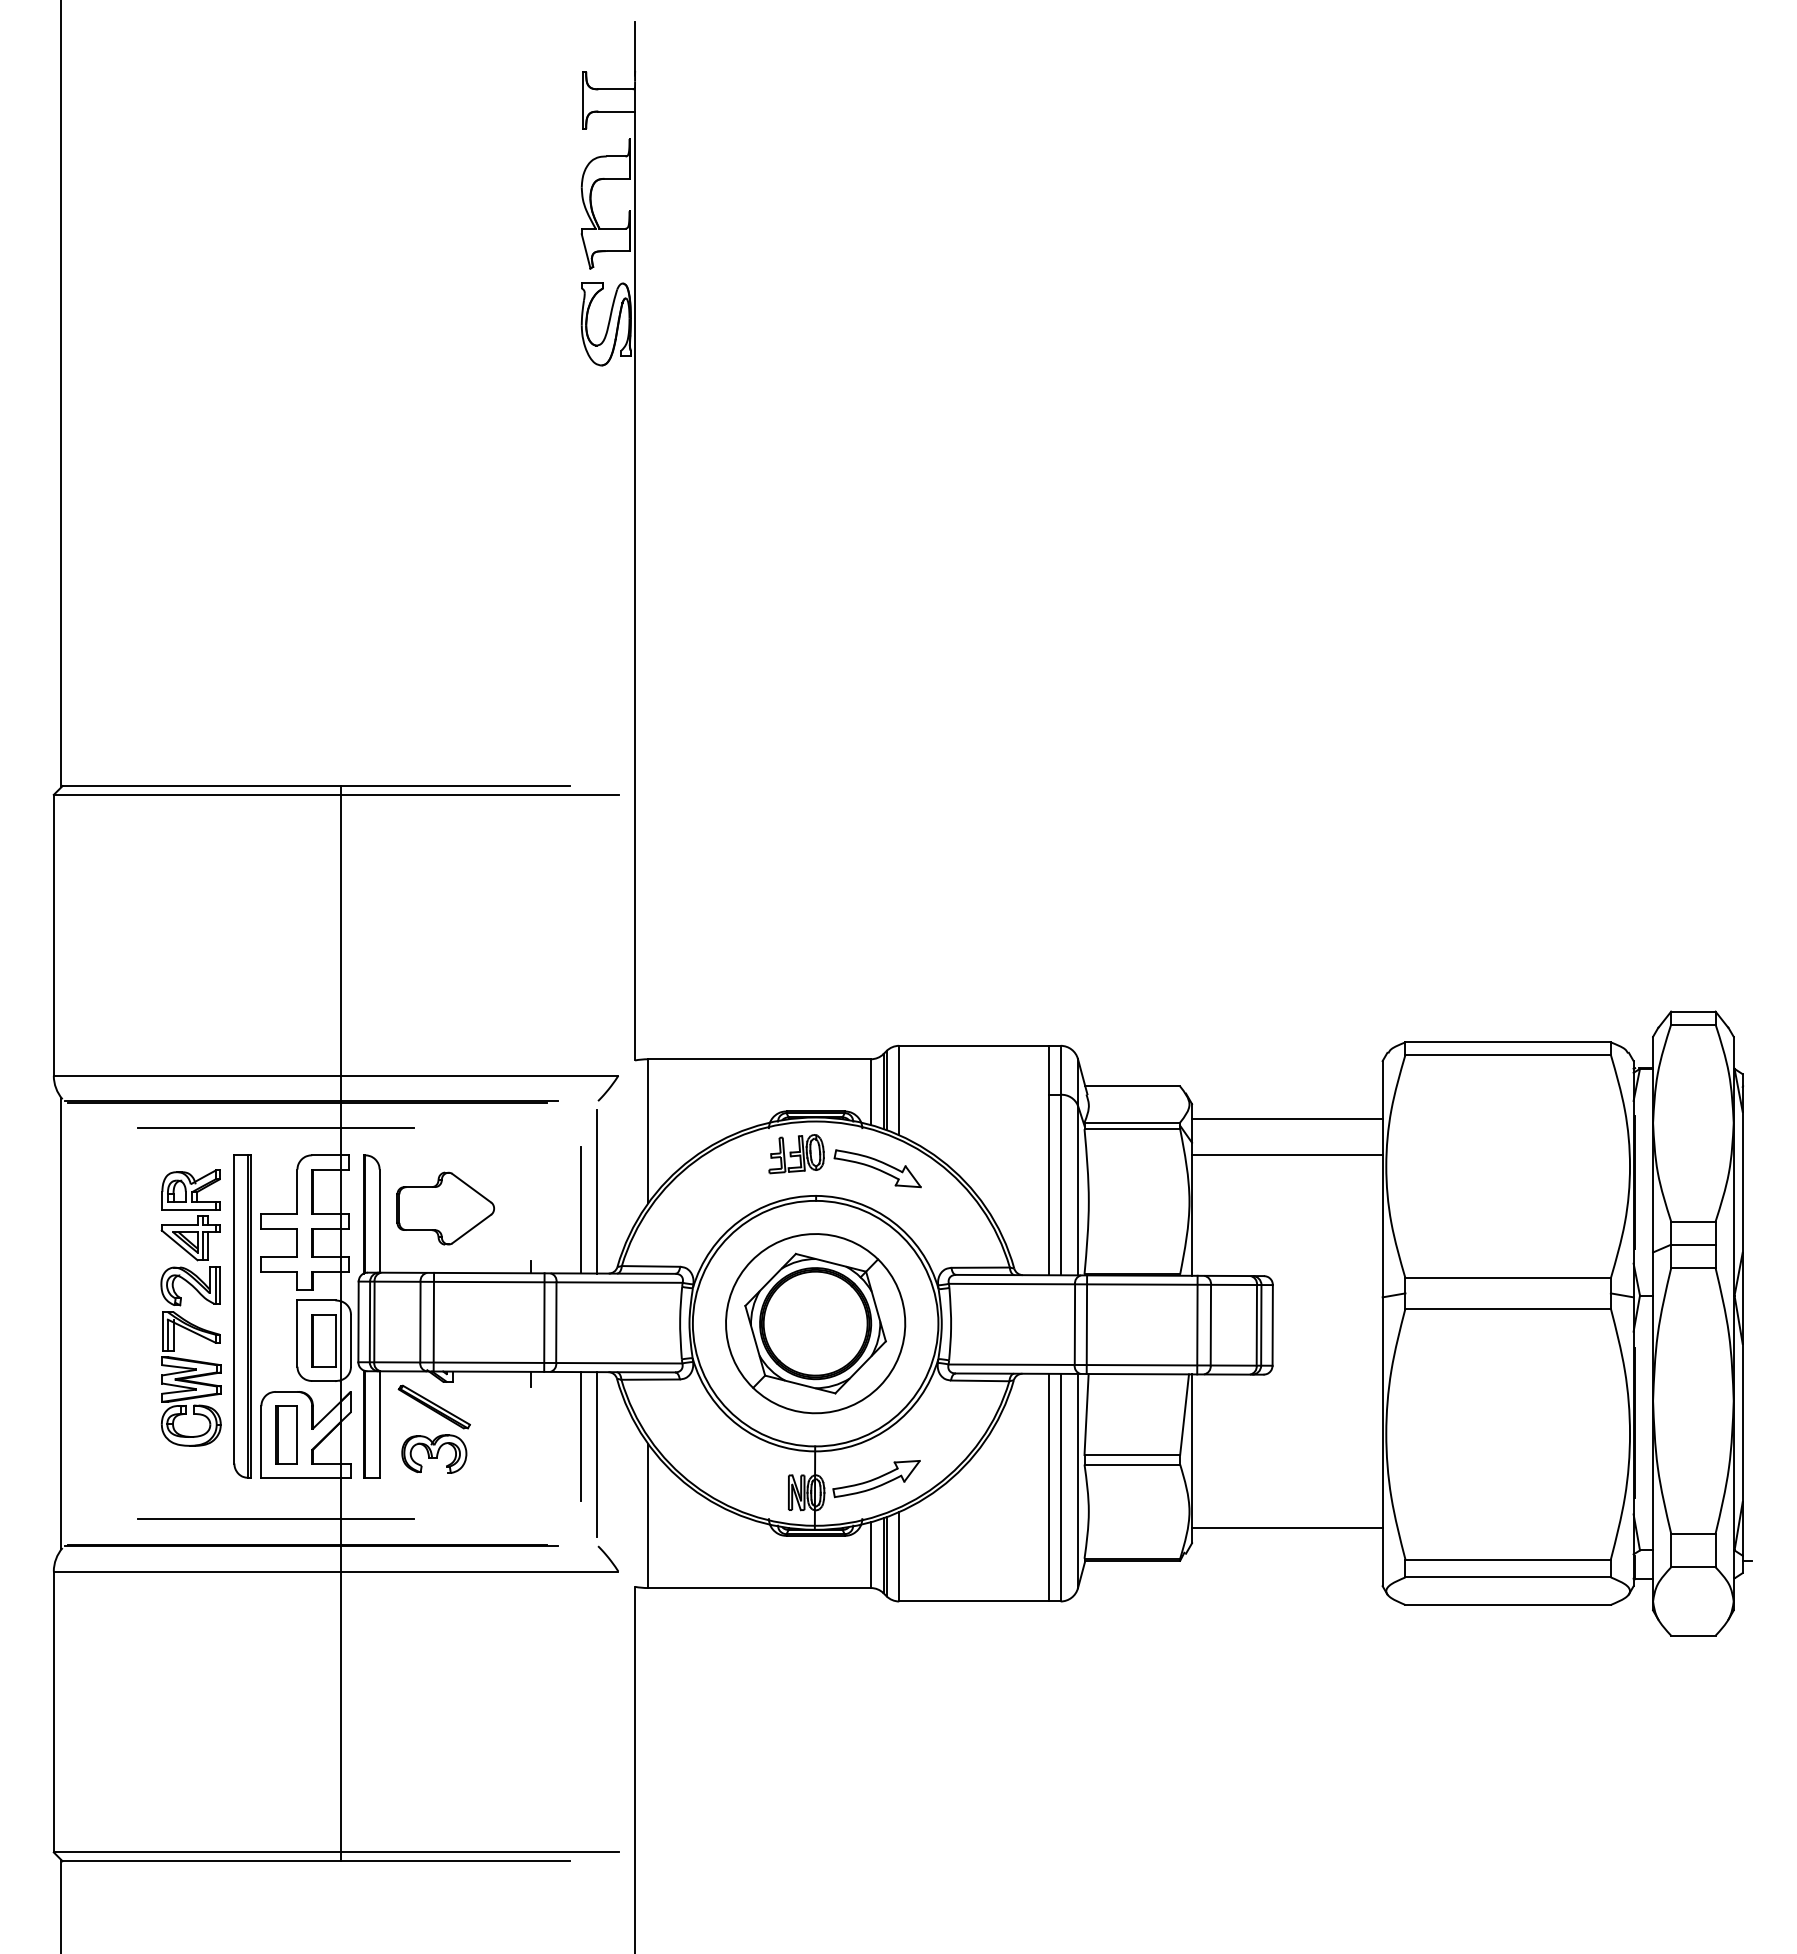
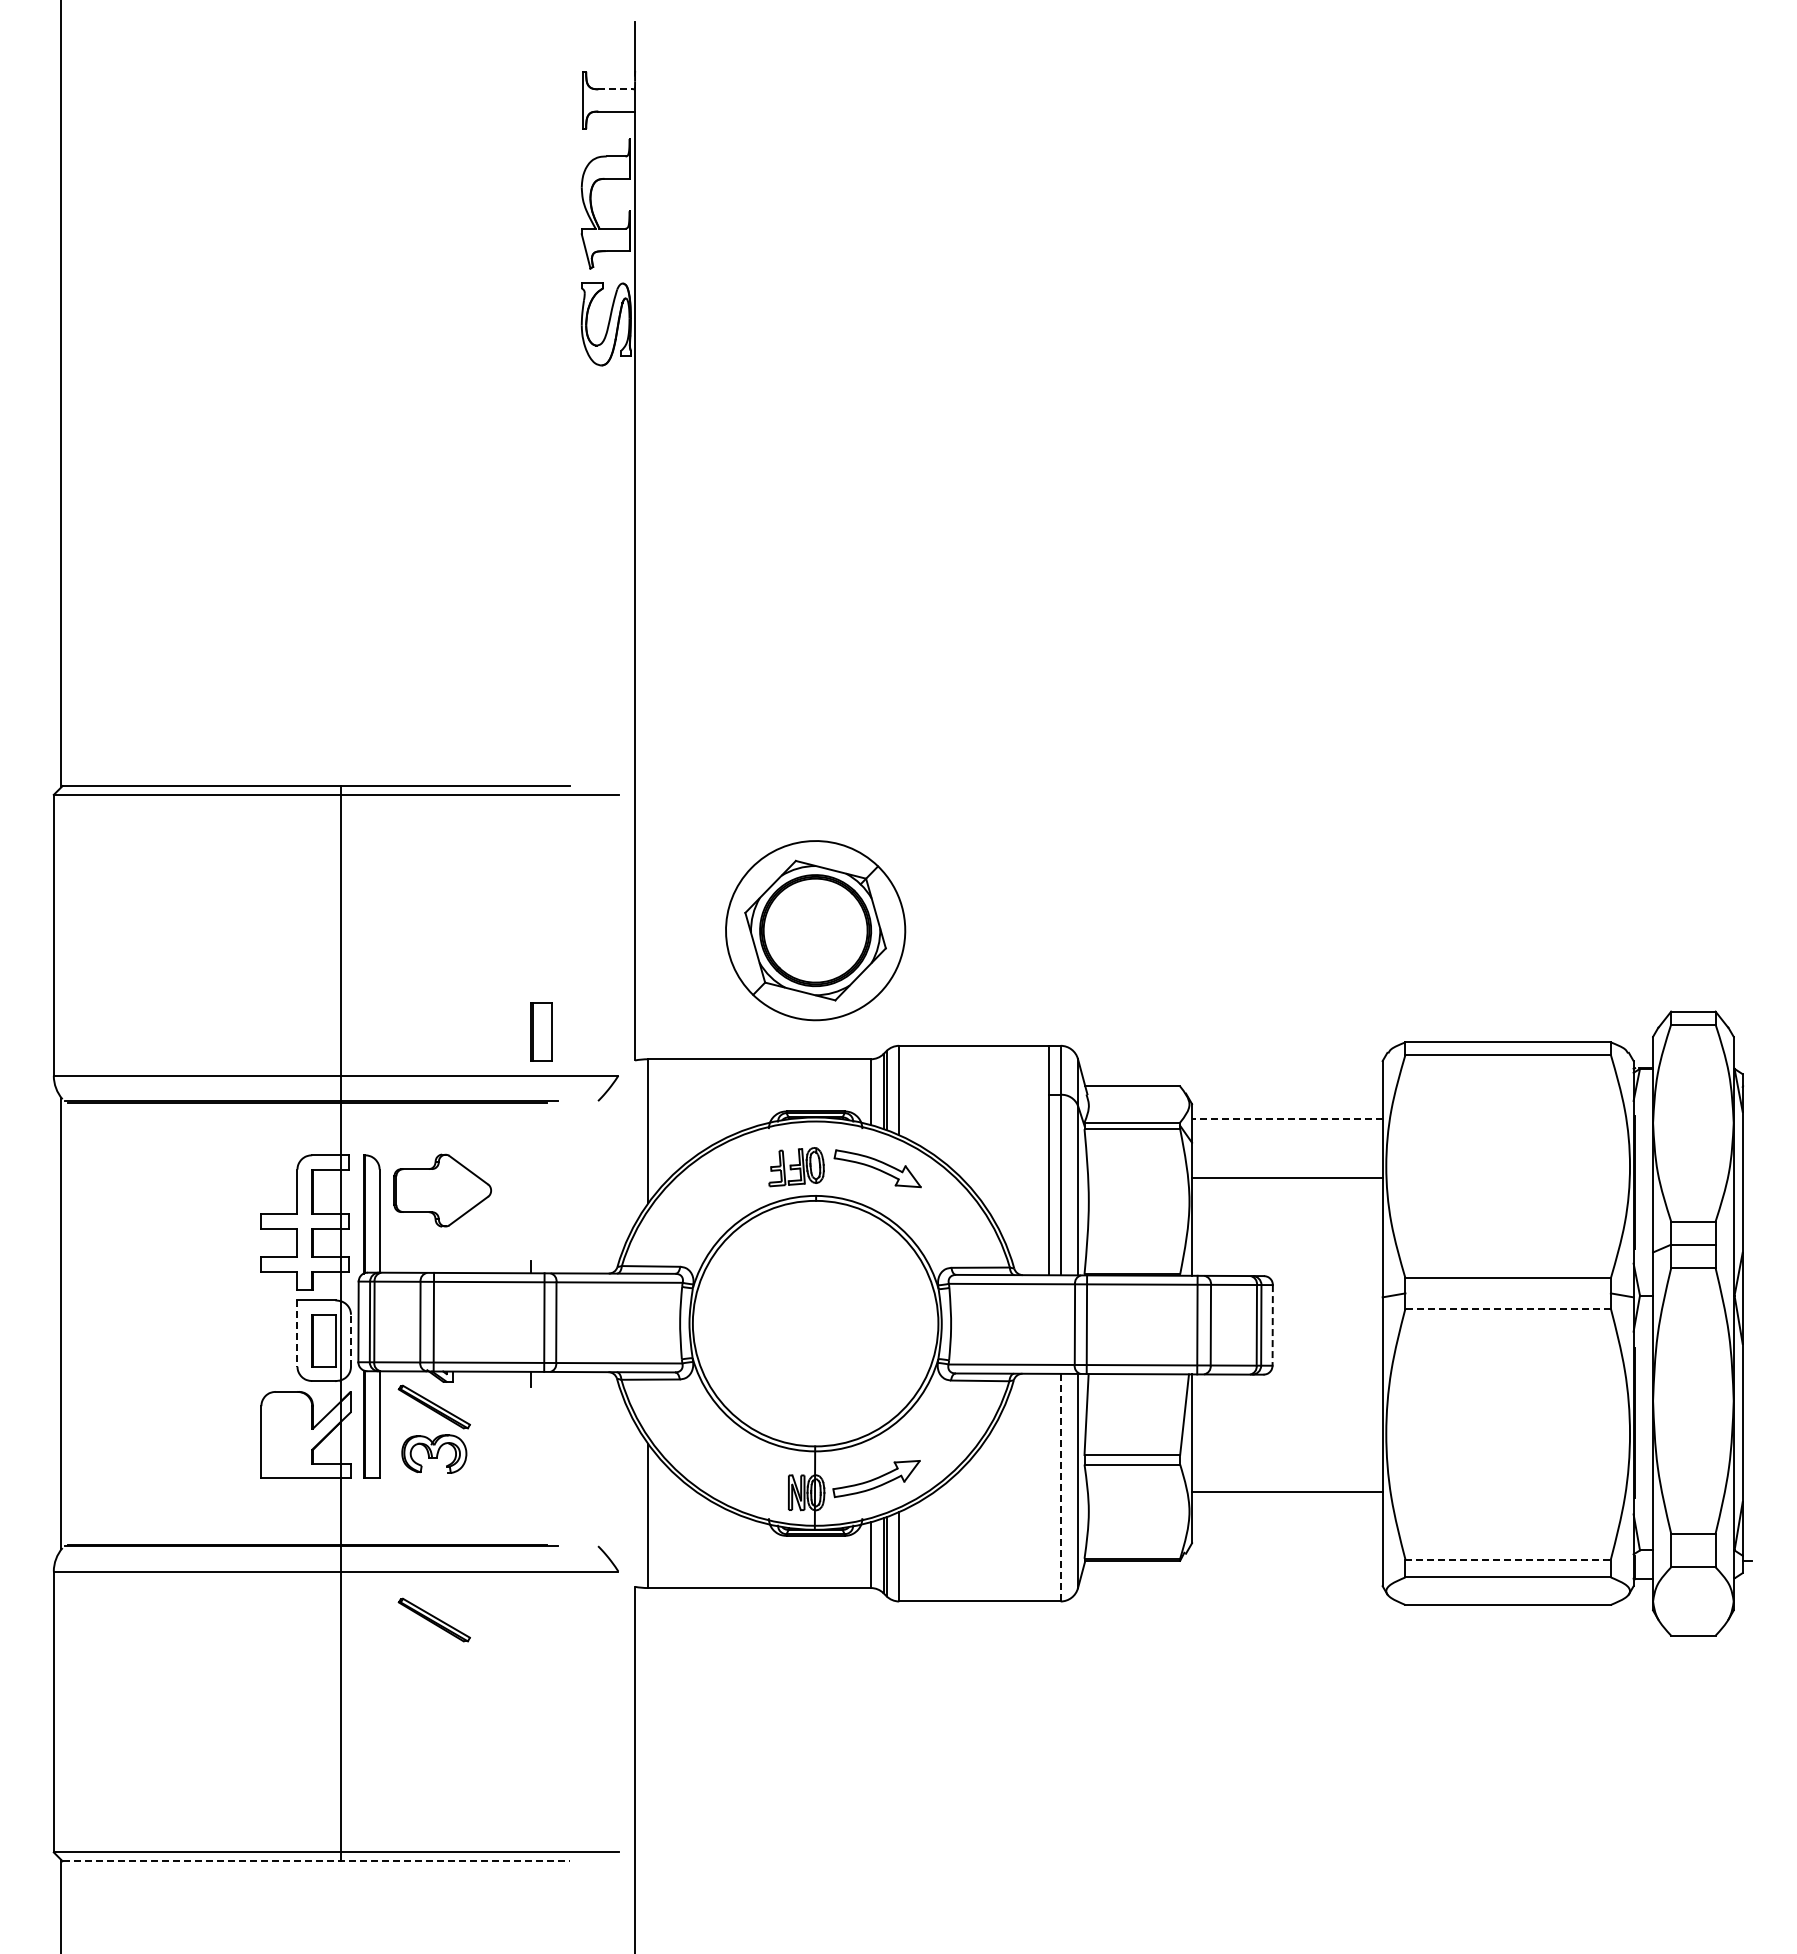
line at (615, 89): solid -> dashed
line at (1286, 1119): solid -> dashed
line at (276, 1127): present -> none
part at (796, 1154) position: (796, 1154) -> (796, 1167)
line at (1287, 1155) position: (1287, 1155) -> (1287, 1178)
line at (597, 1191): present -> none
part at (445, 1208) position: (445, 1208) -> (442, 1190)
line at (581, 1209): present -> none
part at (181, 1305): present -> none
line at (1508, 1308): solid -> dashed
part at (242, 1316): present -> none
part at (815, 1323) position: (815, 1323) -> (815, 930)
line at (1272, 1325): solid -> dashed
line at (297, 1334): solid -> dashed
line at (351, 1340): solid -> dashed
part at (286, 1434) position: (286, 1434) -> (541, 1031)
line at (581, 1436): present -> none
line at (597, 1454): present -> none
line at (1048, 1487): present -> none
line at (1060, 1487): solid -> dashed
line at (276, 1519): present -> none
line at (1287, 1528) position: (1287, 1528) -> (1287, 1492)
line at (1508, 1559): solid -> dashed
part at (433, 1619): none -> present
line at (316, 1861): solid -> dashed
